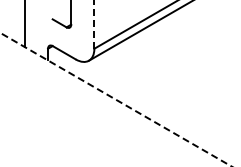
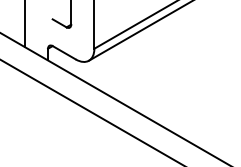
line at (94, 24): dashed -> solid
line at (116, 99): dashed -> solid
line at (91, 111): none -> present
